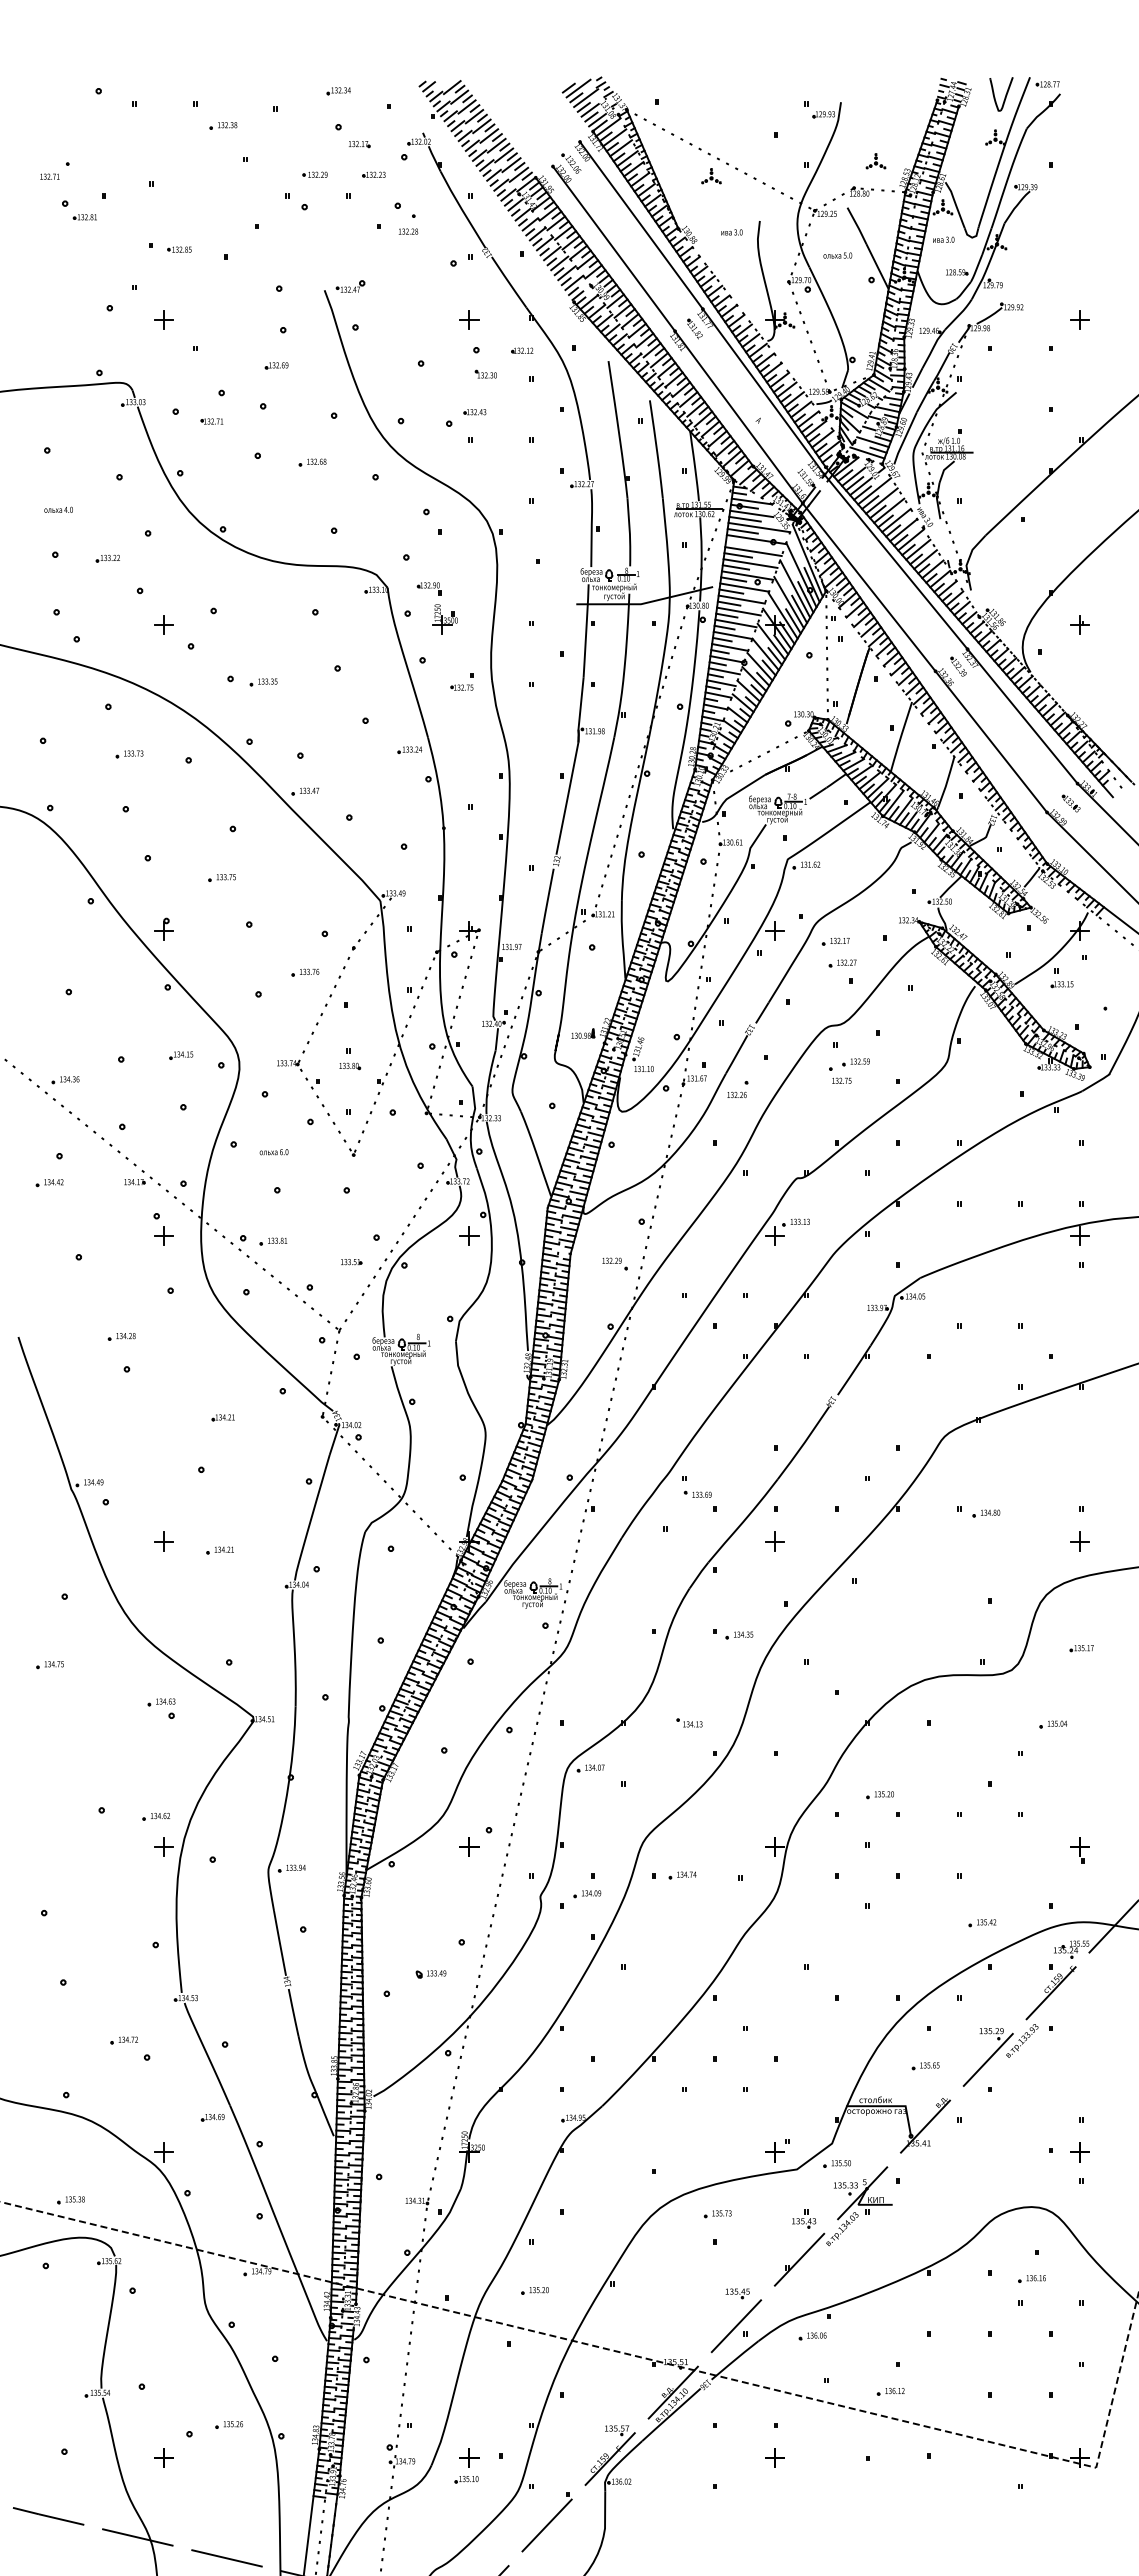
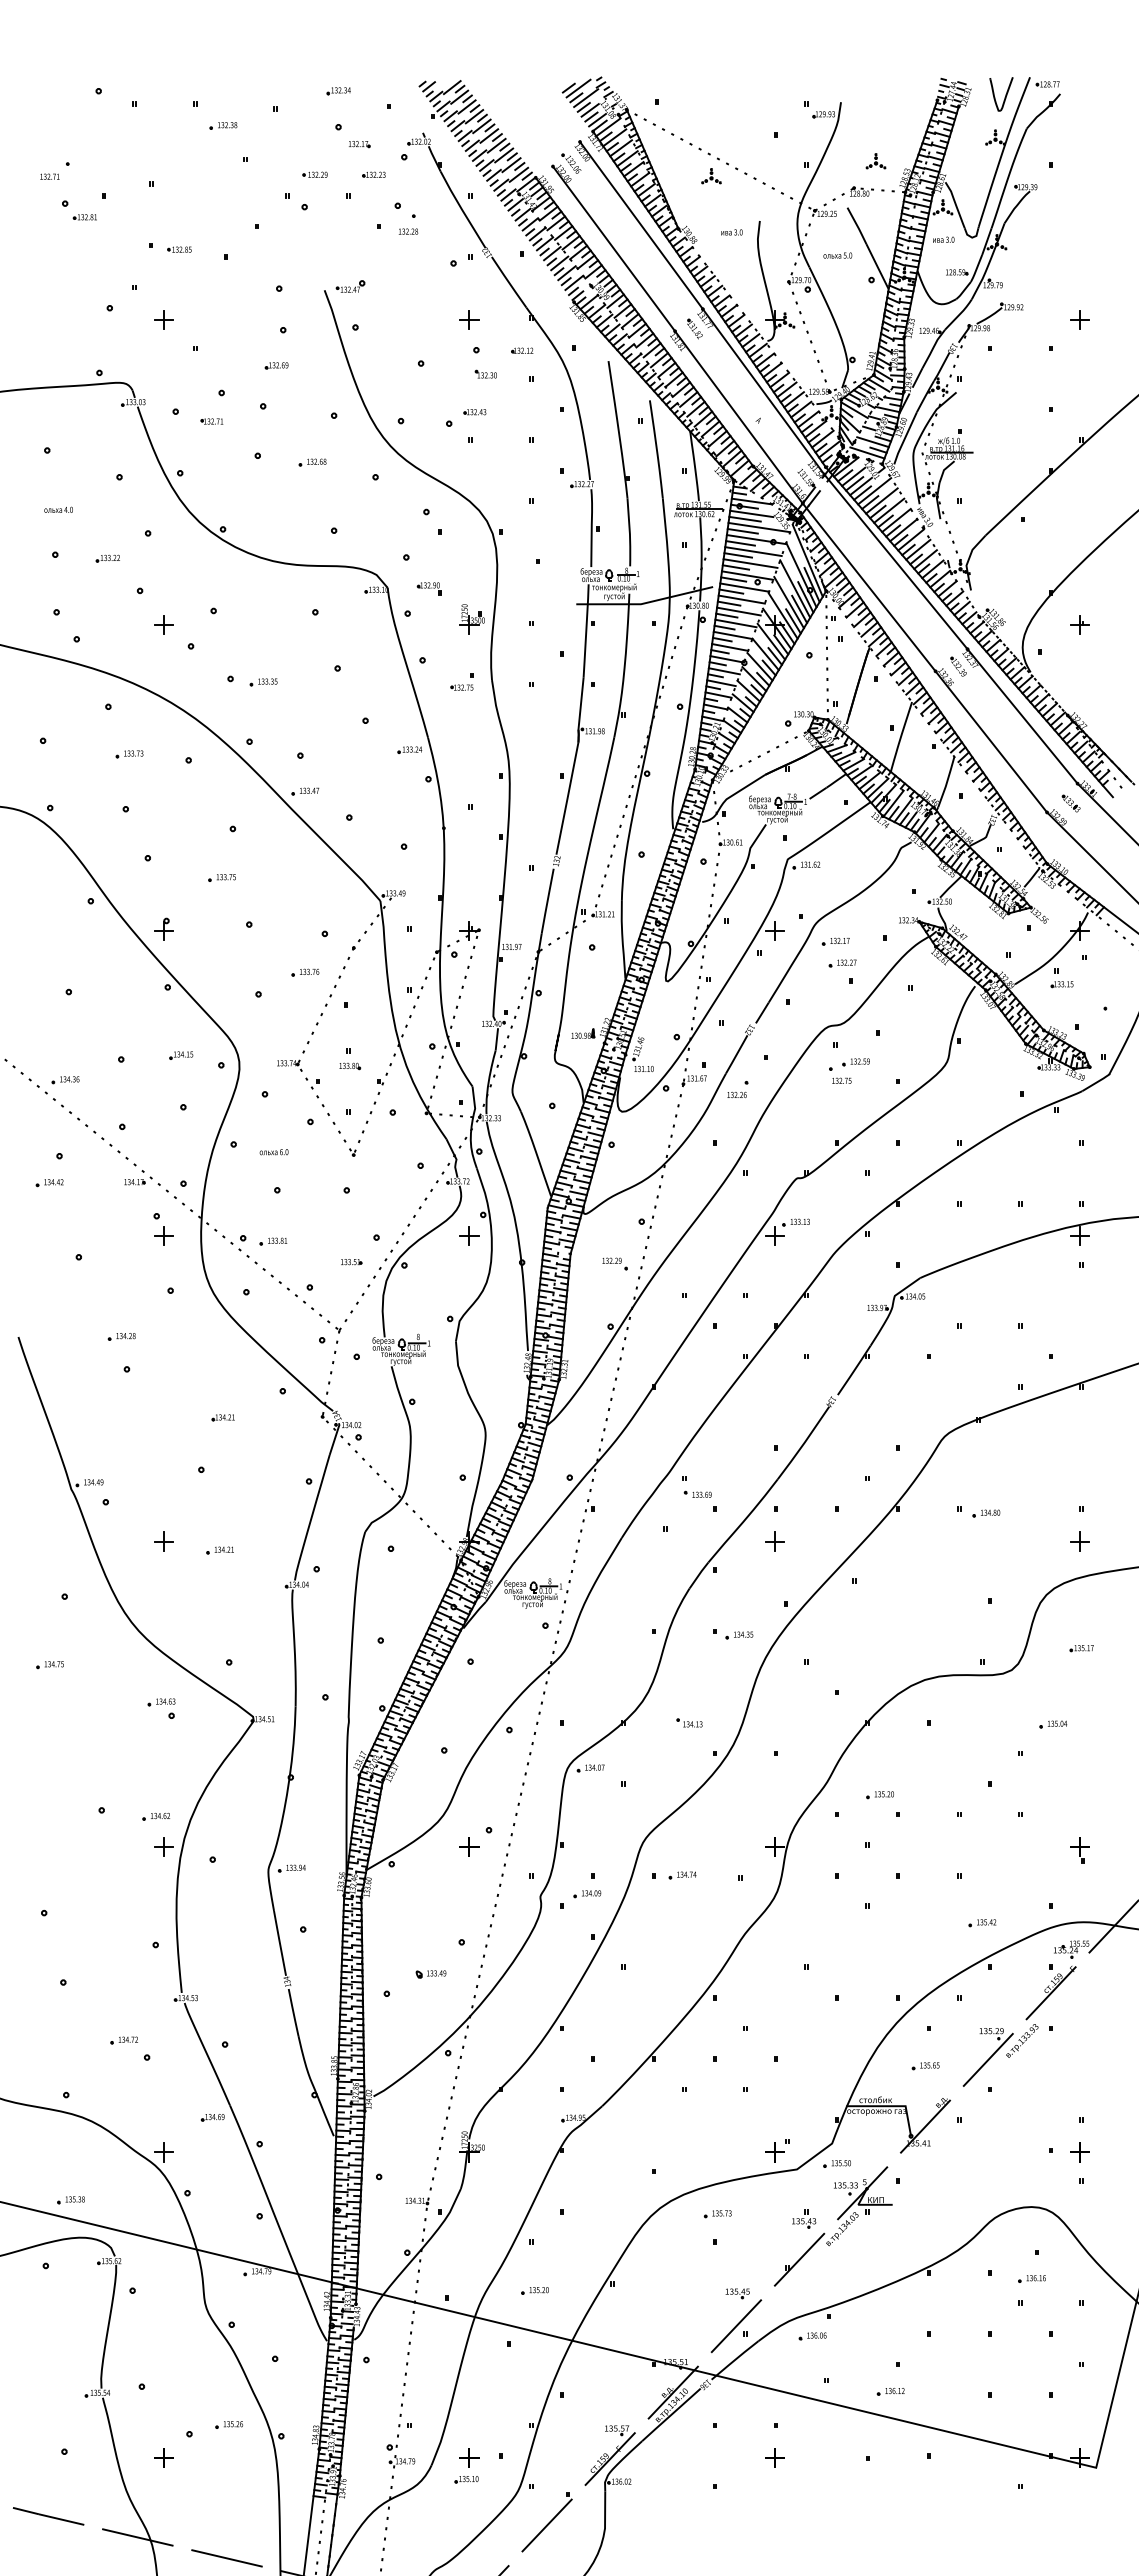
line at (740, 543): none -> present
part at (444, 619) position: (444, 619) -> (471, 619)
line at (636, 2356): dashed -> solid
